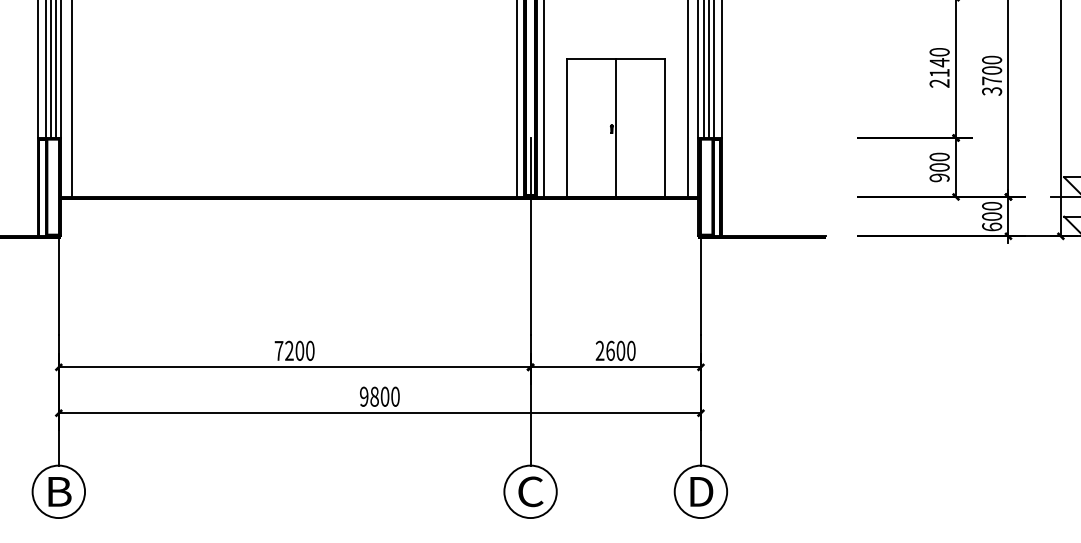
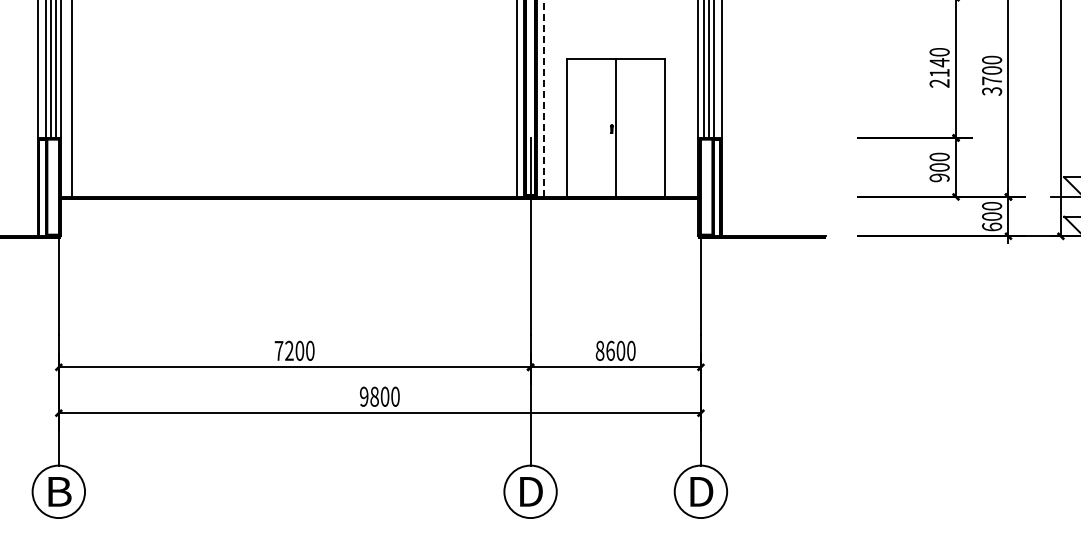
line at (543, 98): solid -> dashed
line at (687, 99): present -> none
text at (599, 350): 2600 -> 8600
text at (530, 491): C -> D
